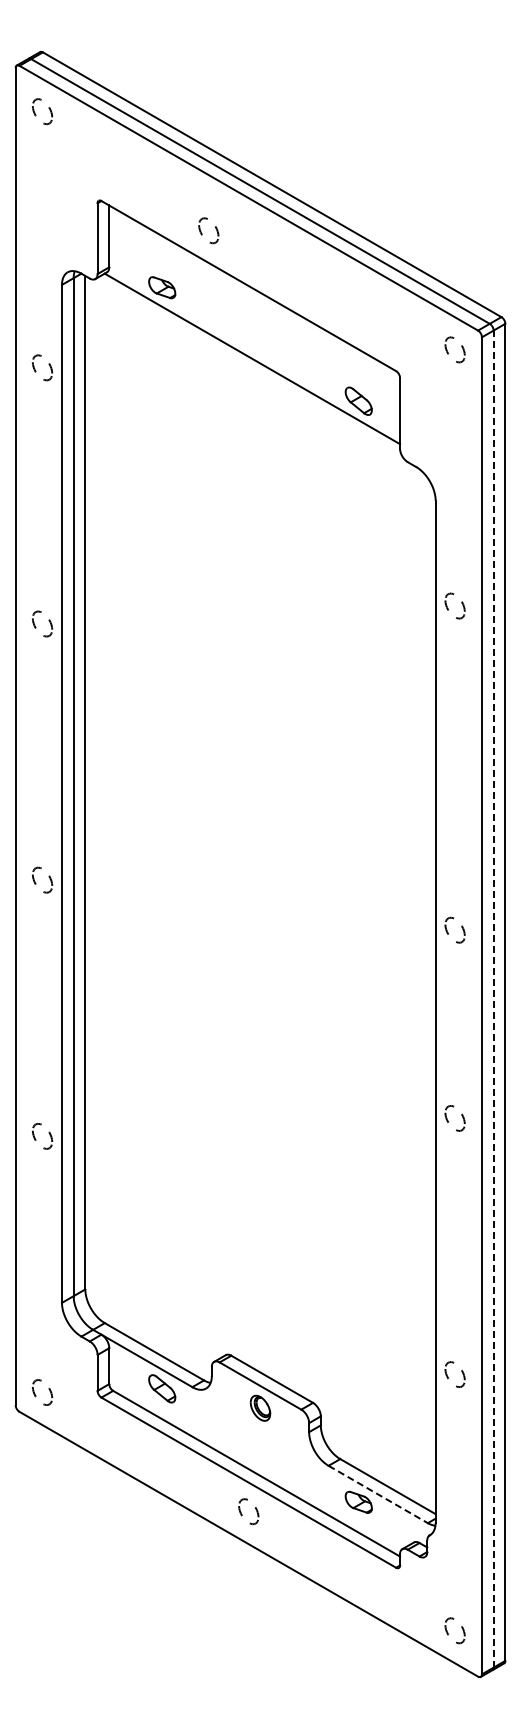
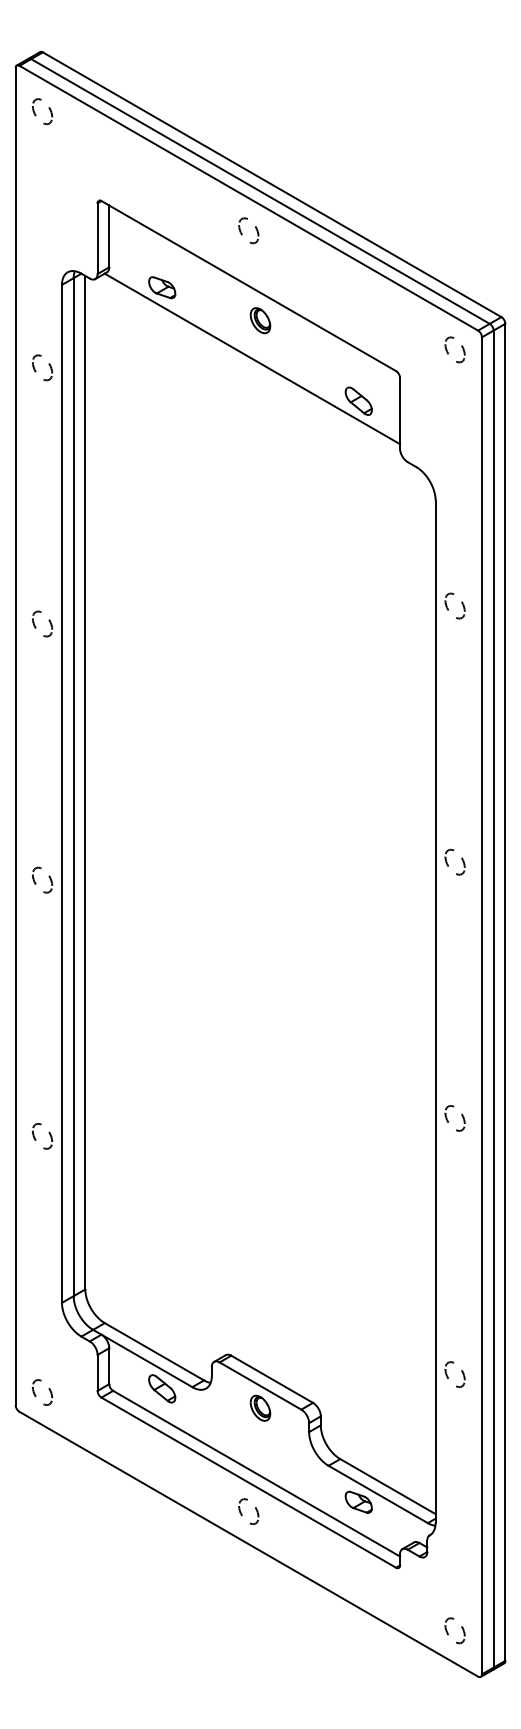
part at (202, 233) position: (202, 233) -> (242, 233)
part at (260, 320): none -> present
part at (448, 932) position: (448, 932) -> (448, 864)
line at (493, 999): dashed -> solid
line at (378, 1494): dashed -> solid
